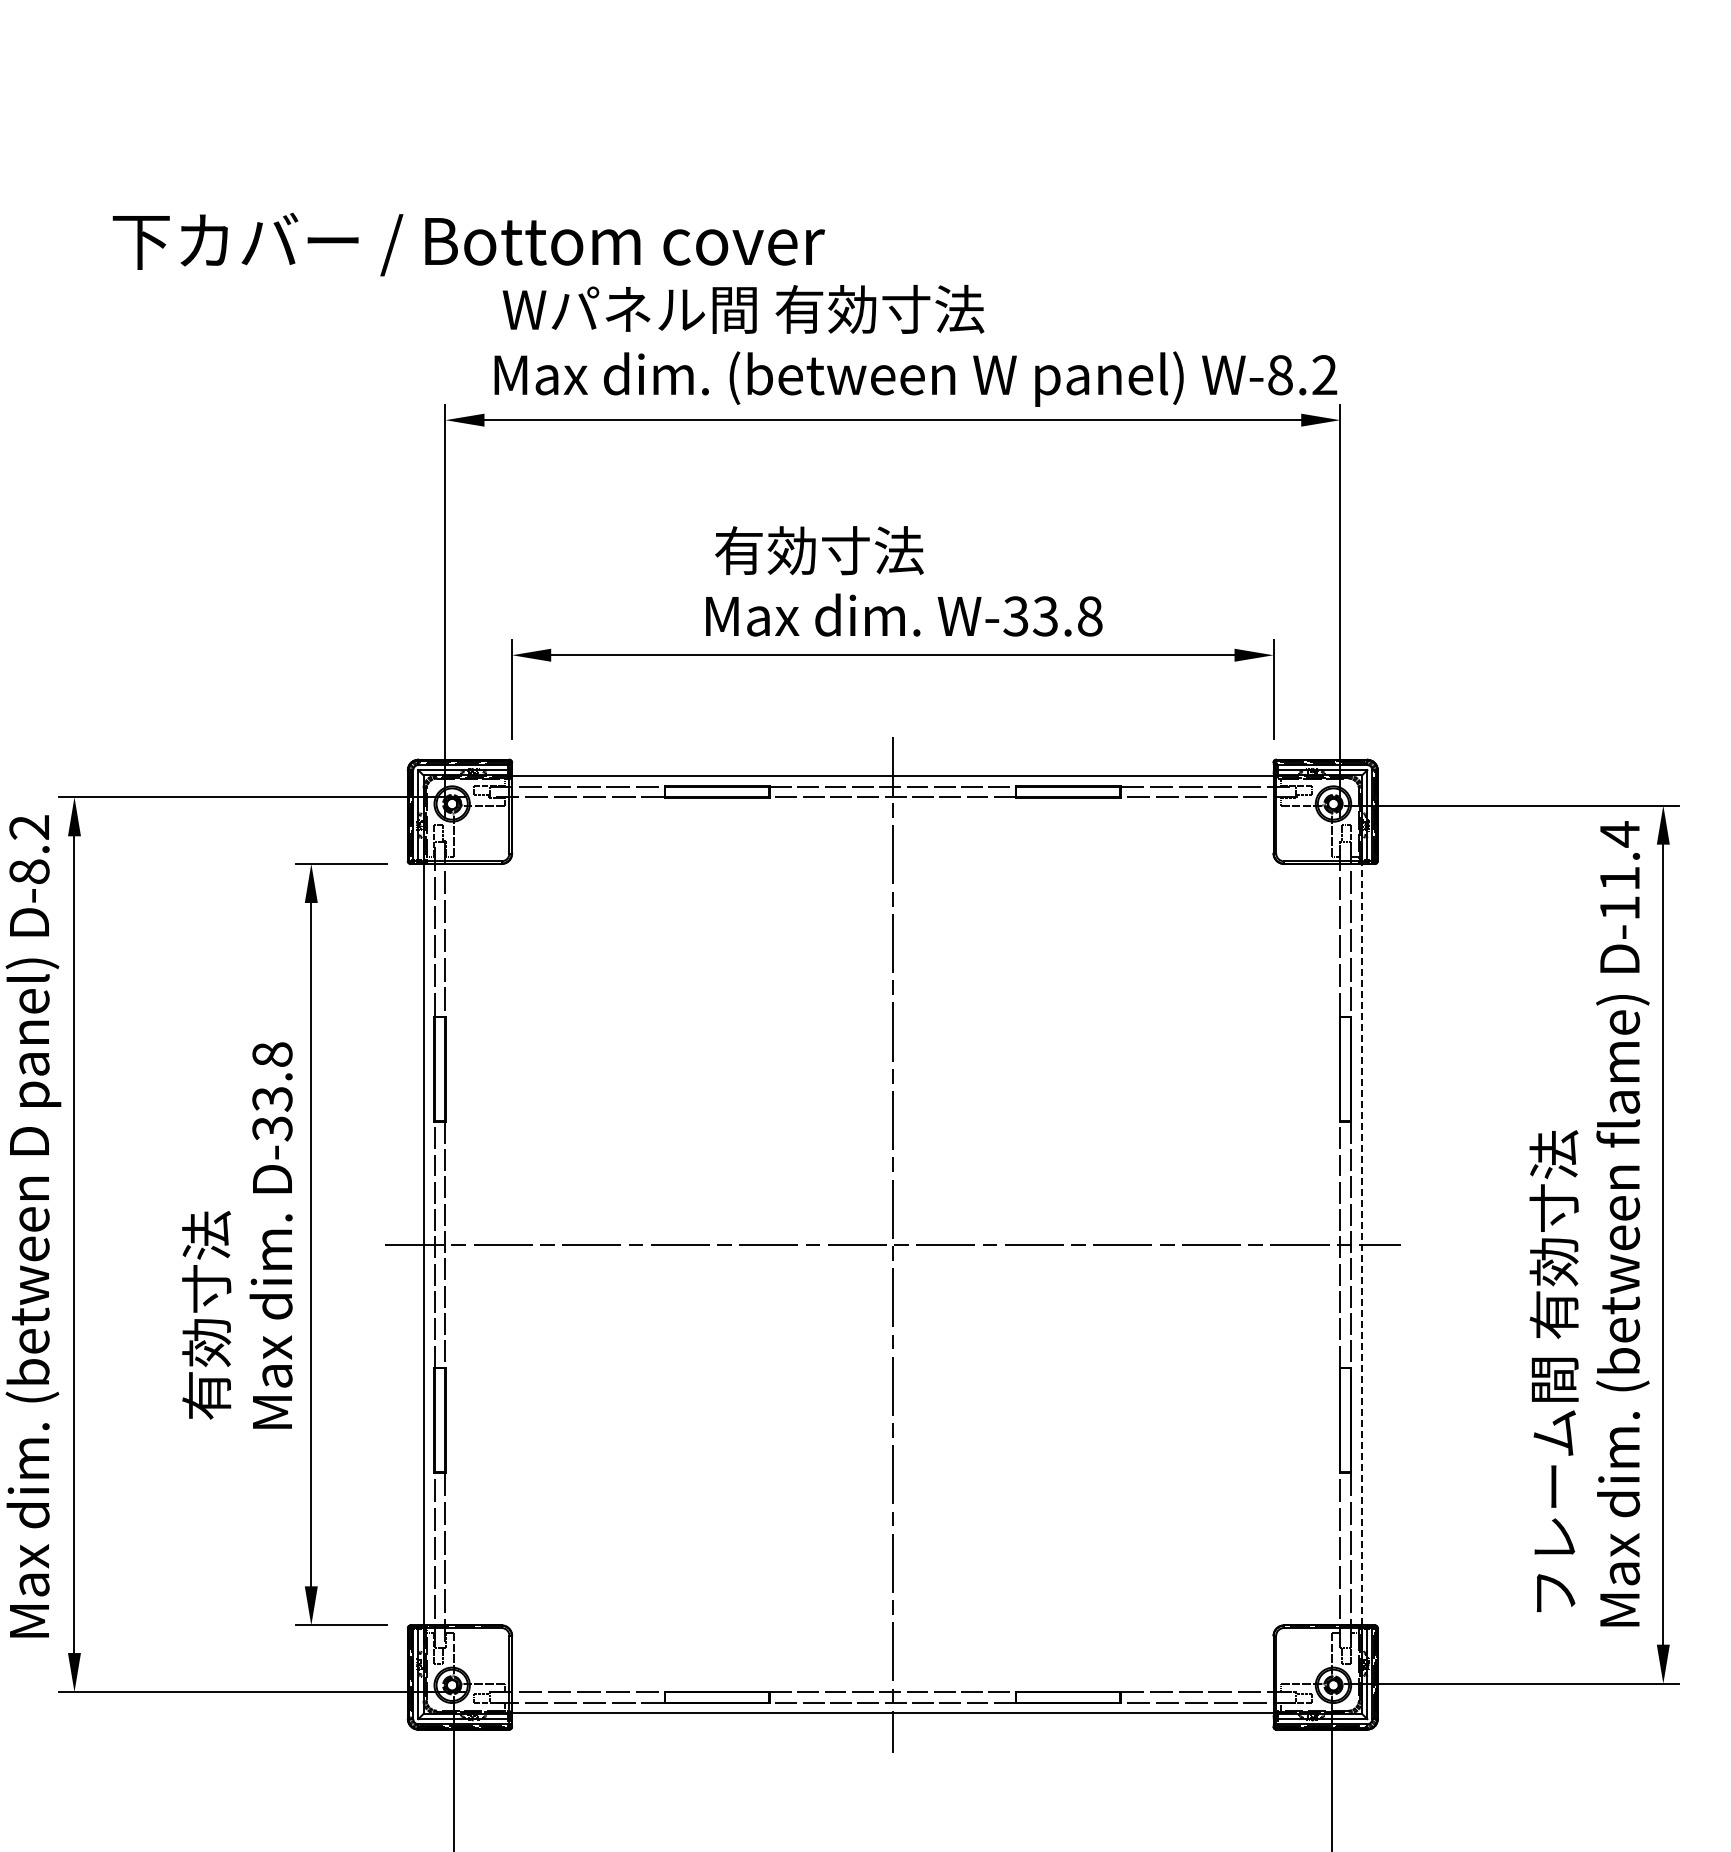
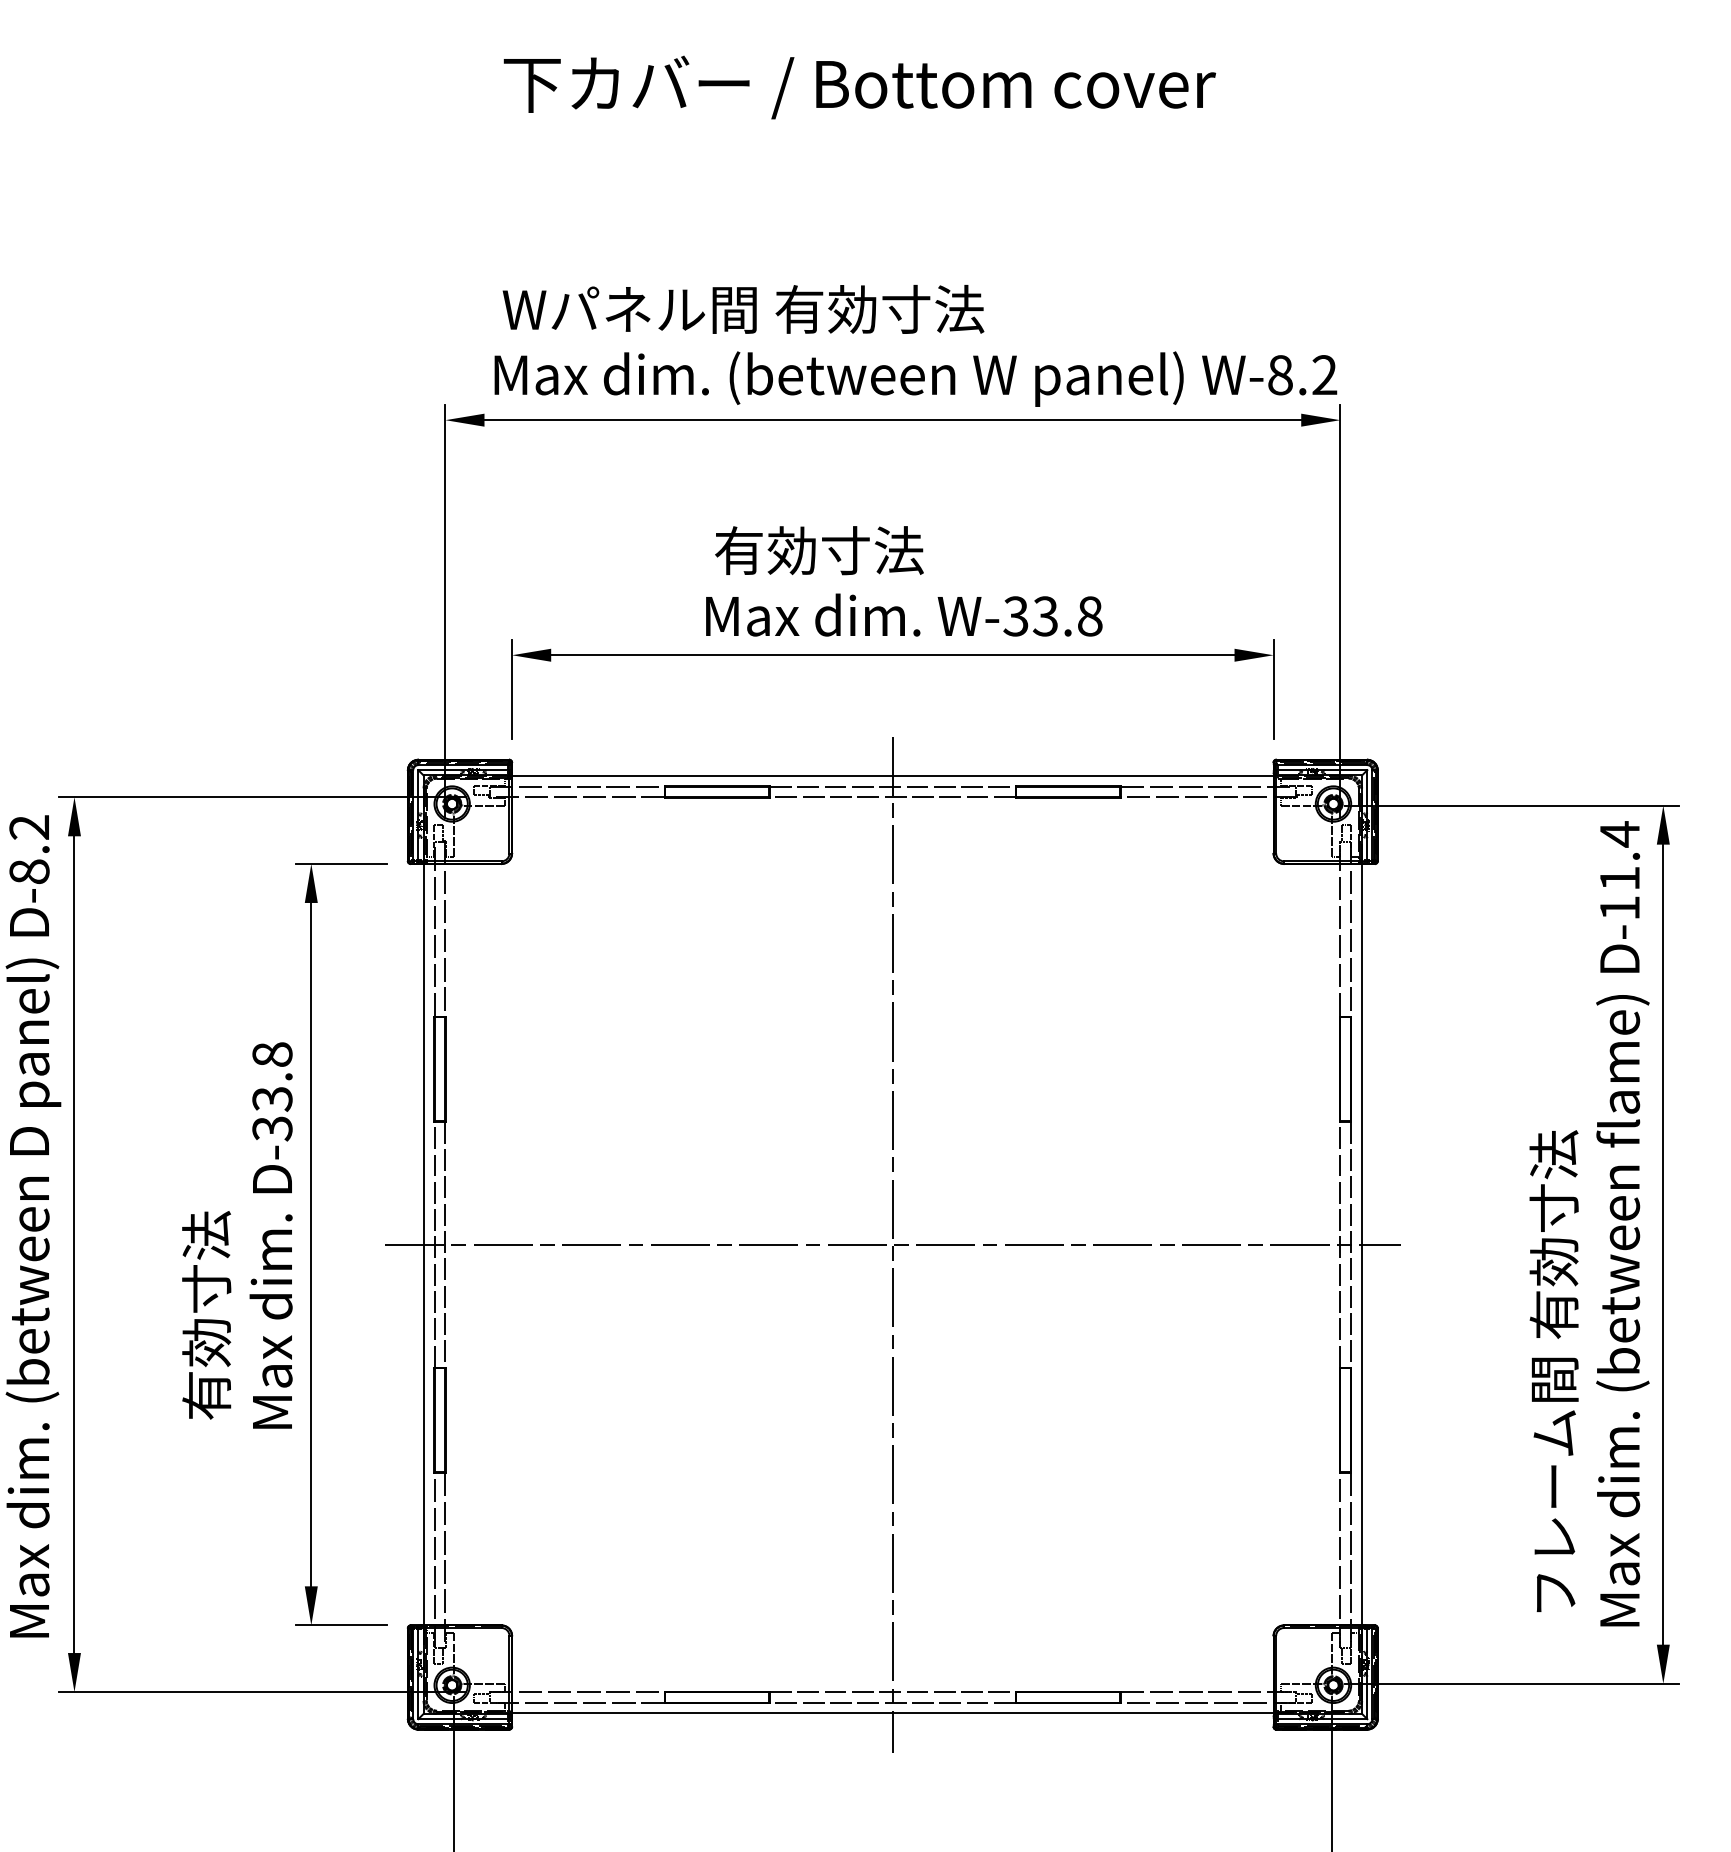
text at (468, 244) position: (468, 244) -> (859, 87)
line at (1361, 1244): dashed -> solid
